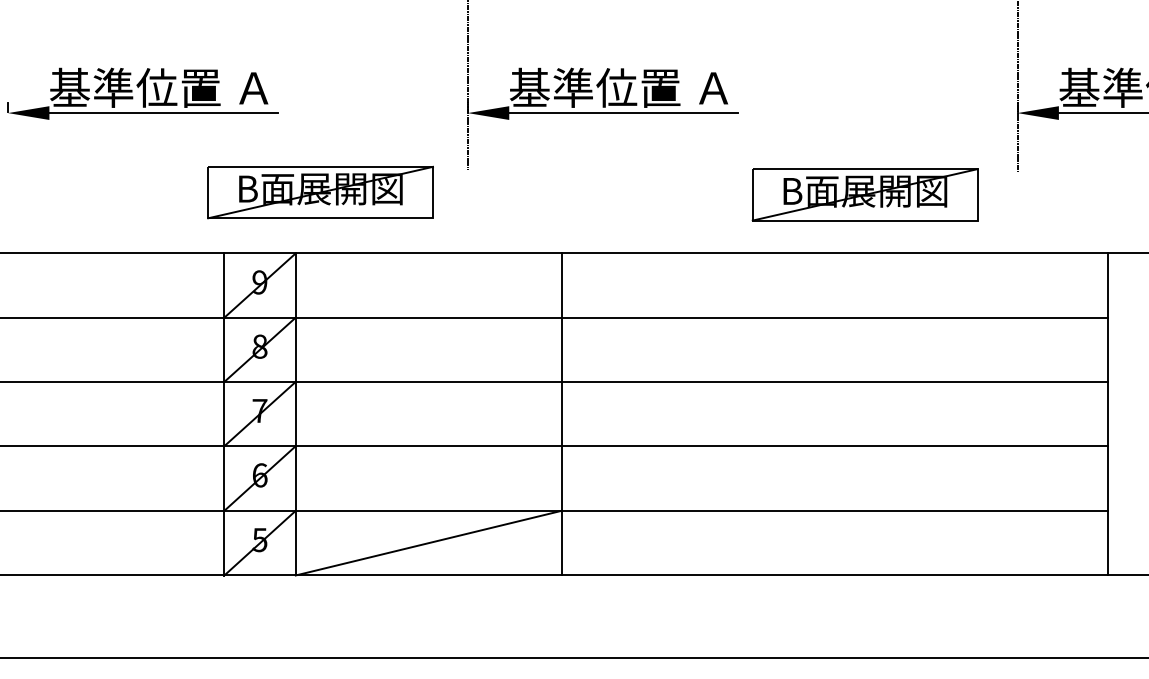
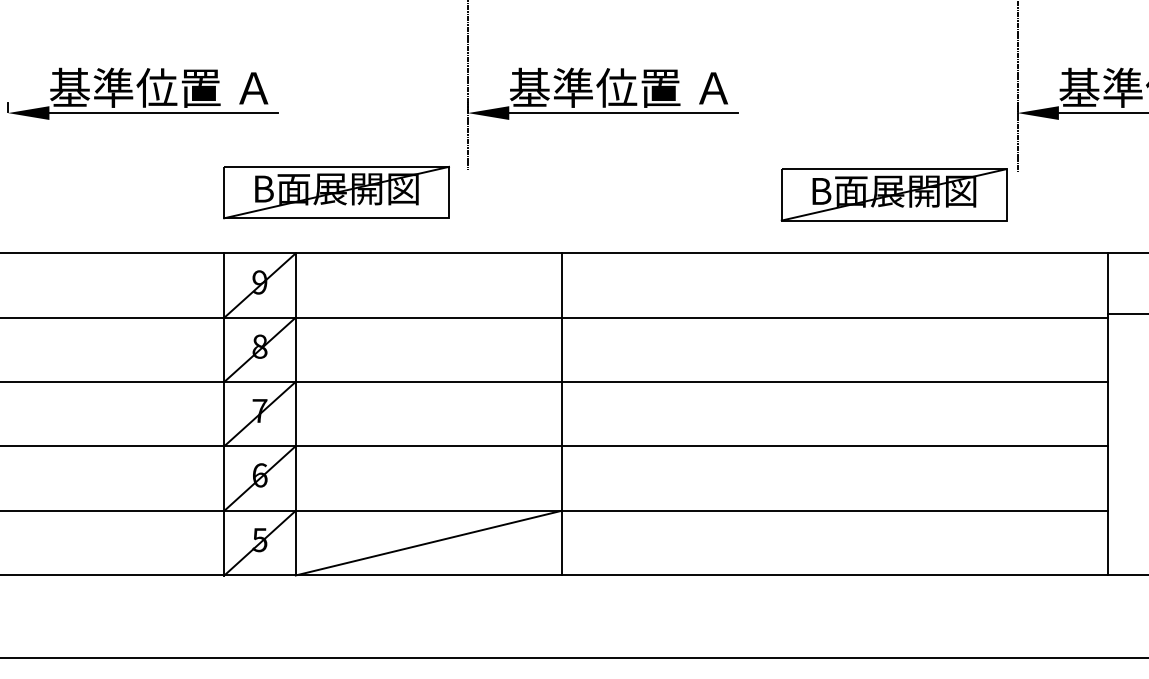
part at (320, 192) position: (320, 192) -> (336, 192)
part at (864, 194) position: (864, 194) -> (893, 194)
line at (1126, 314): none -> present
